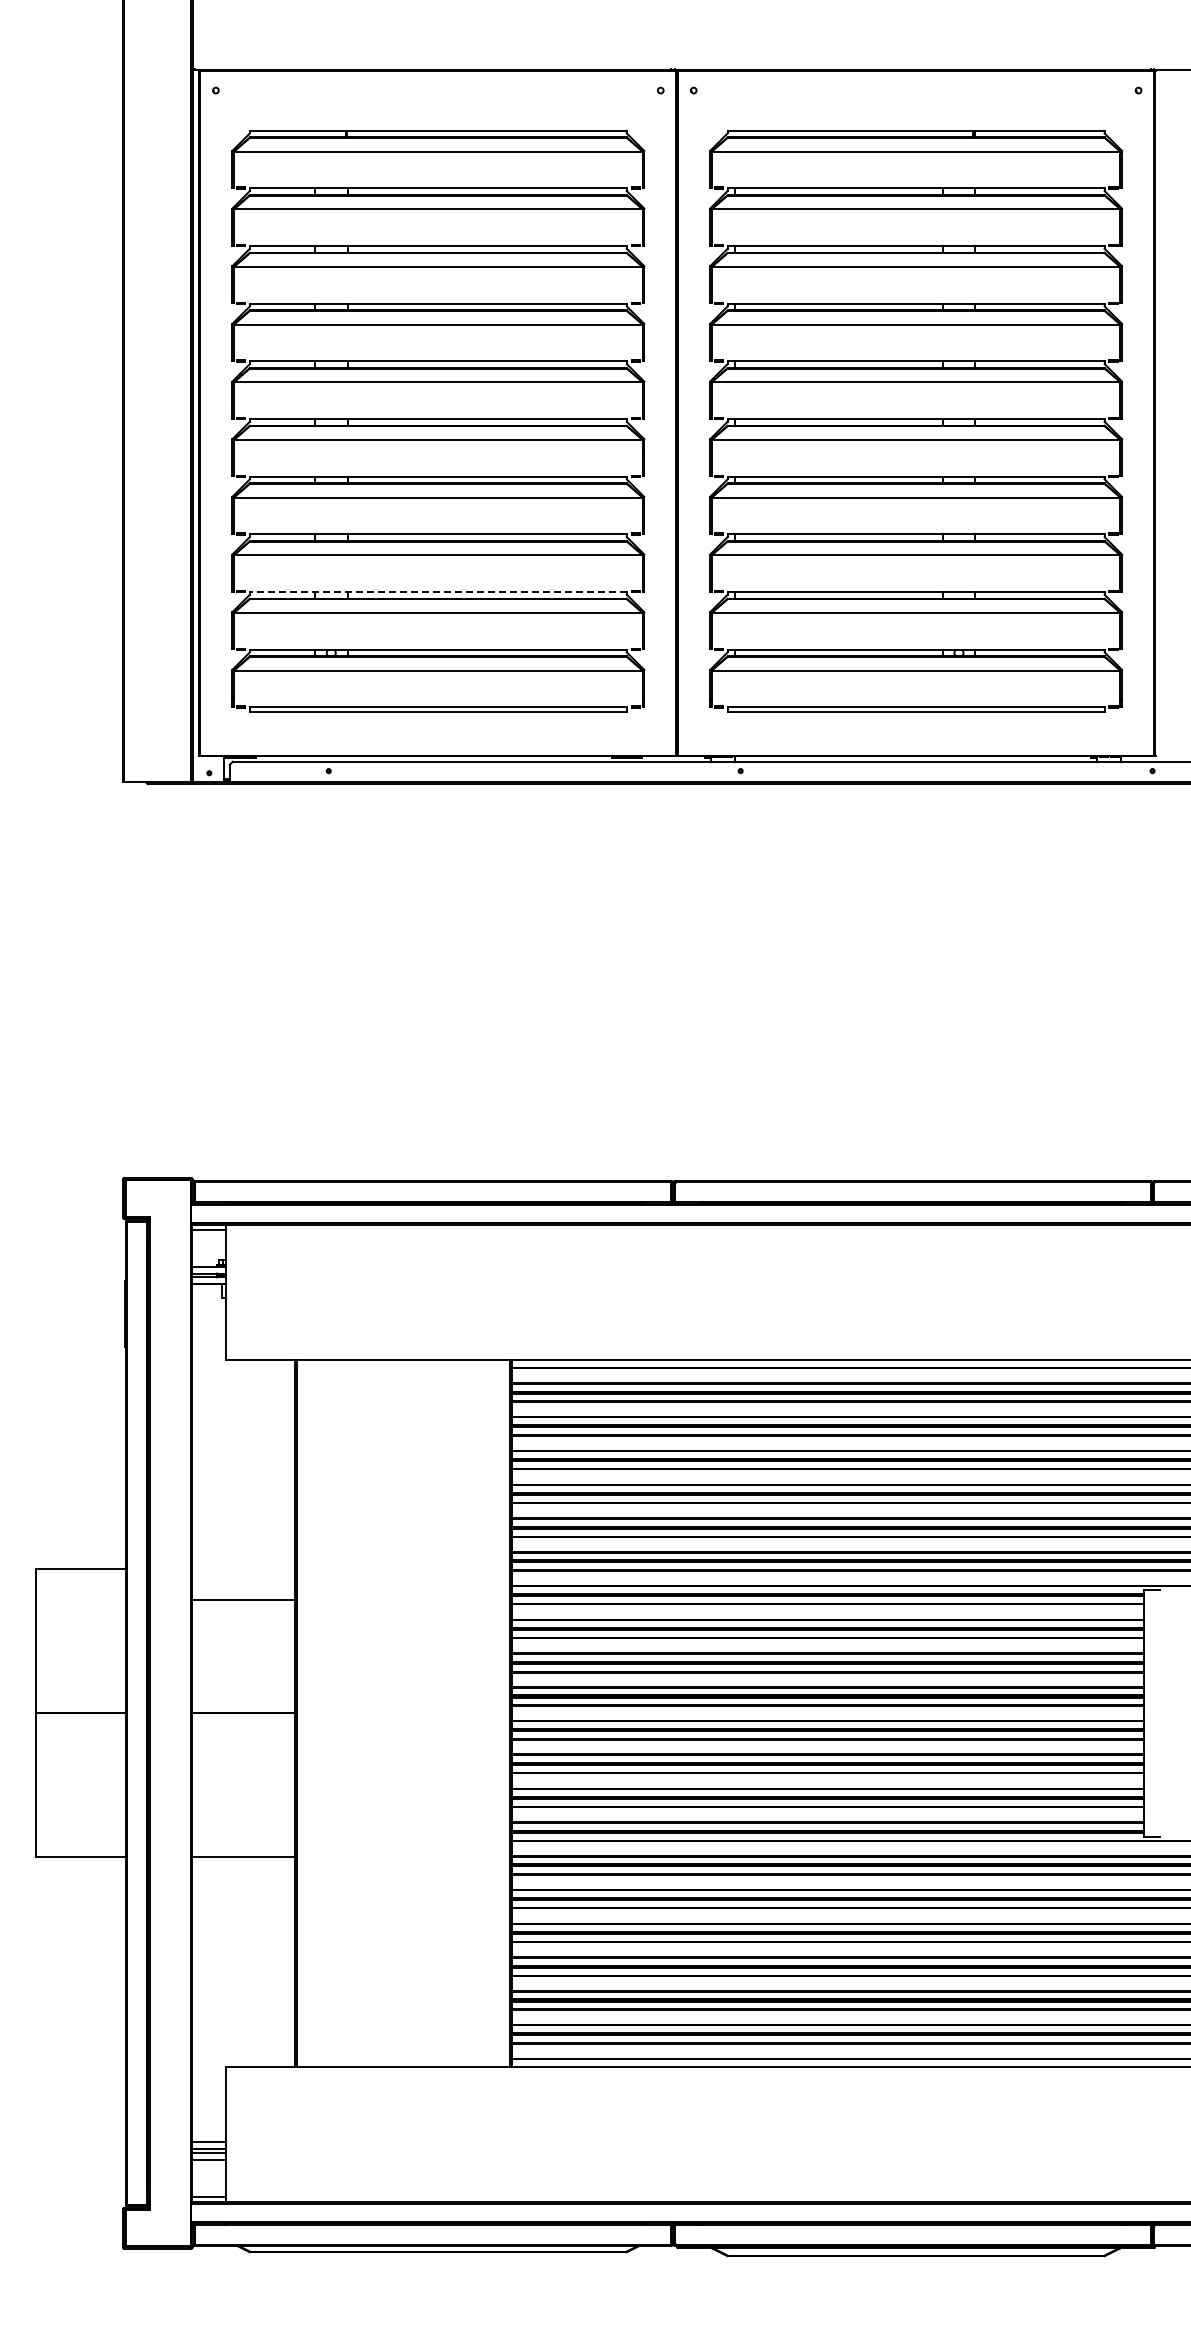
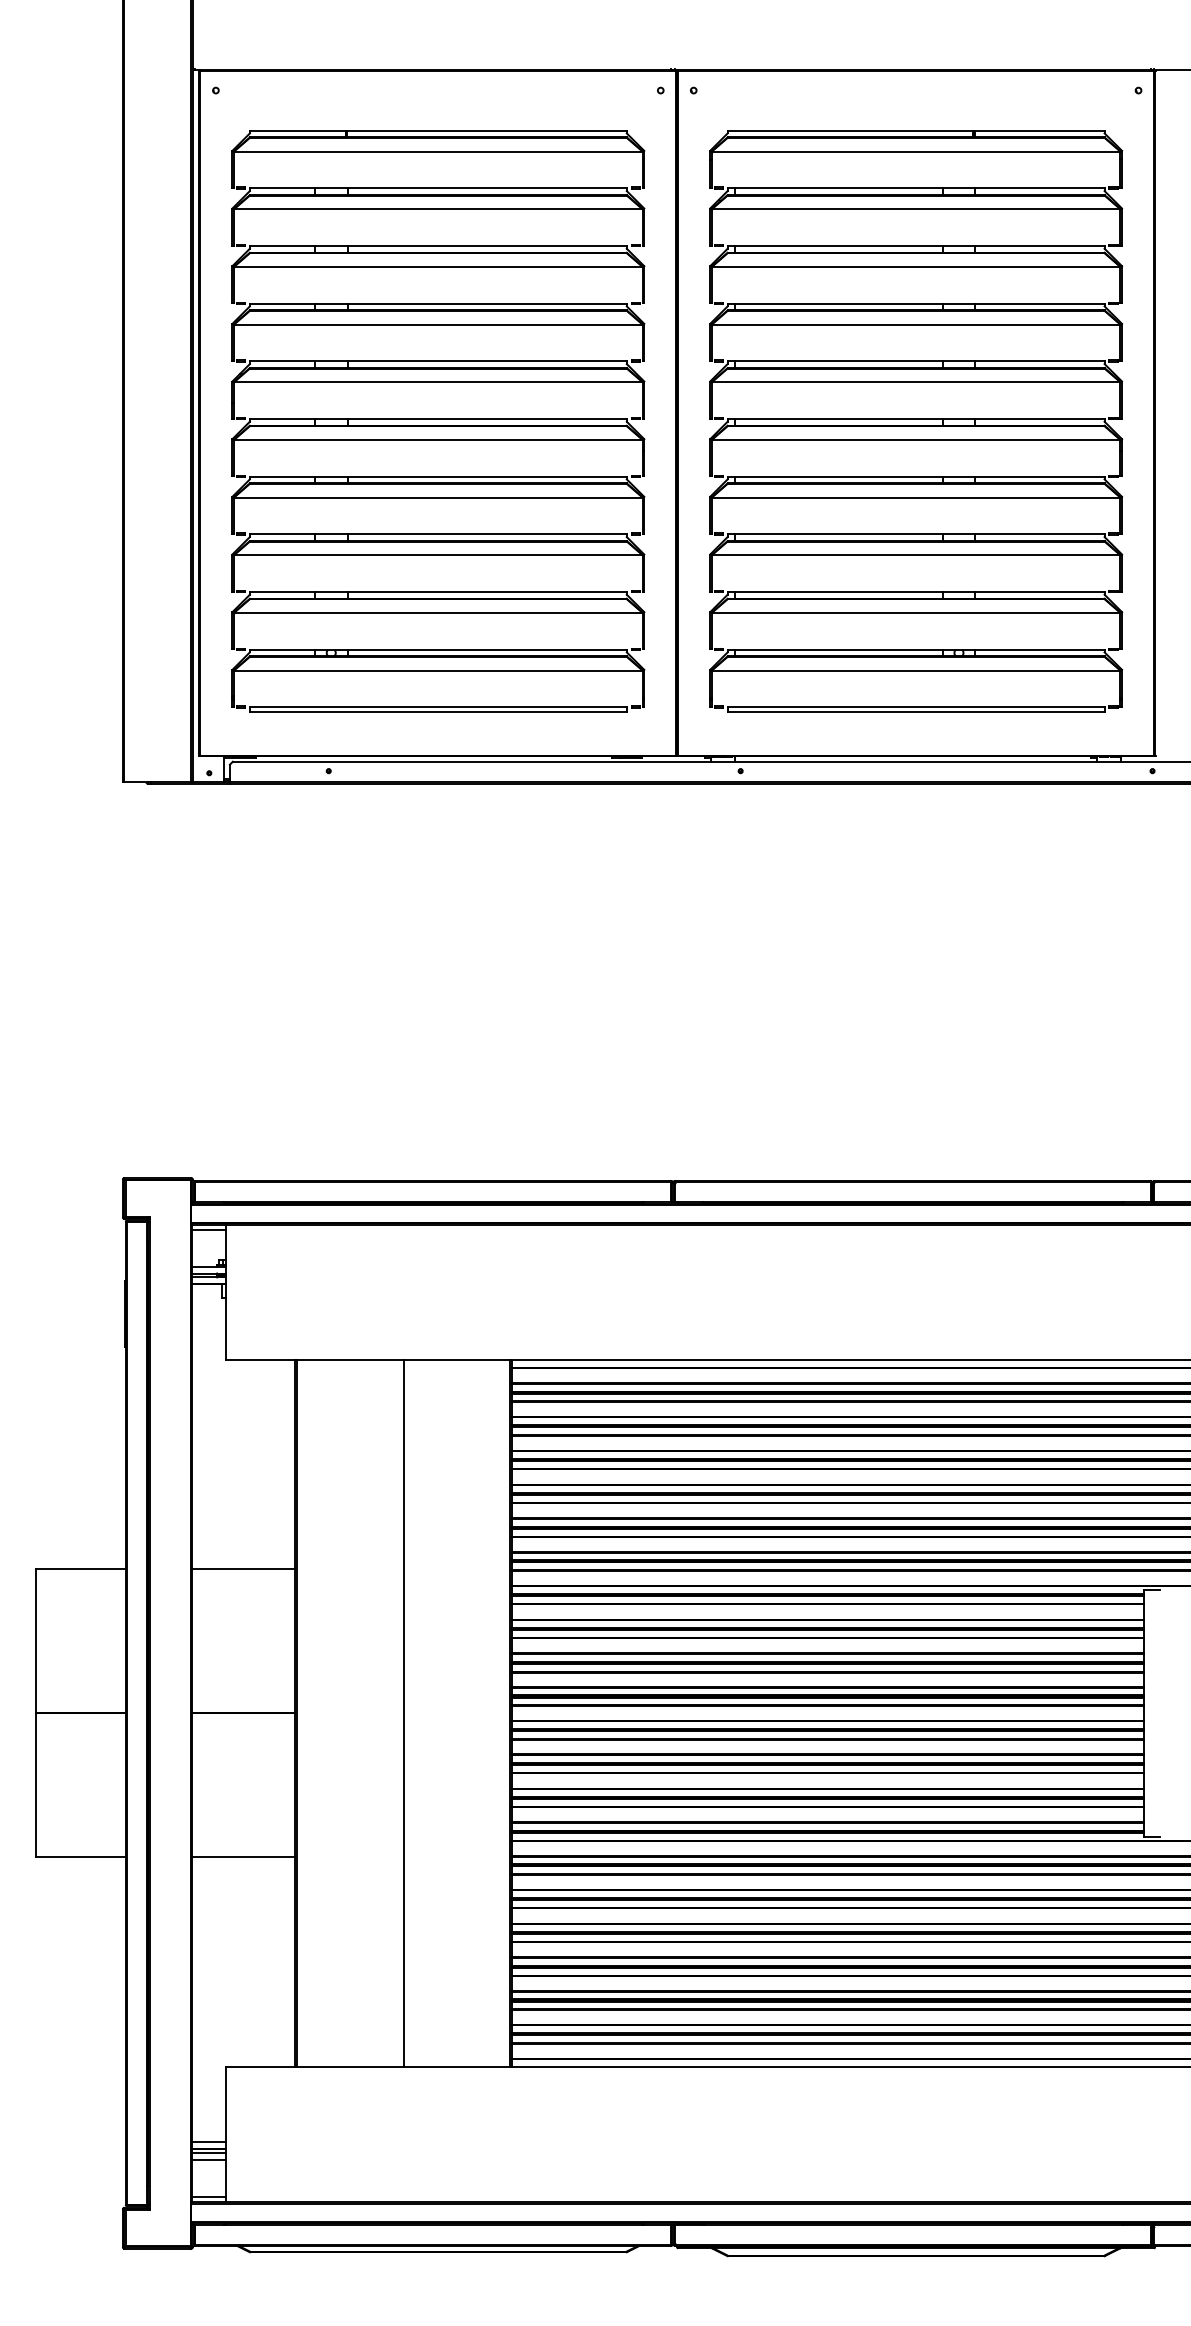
line at (437, 592): dashed -> solid
line at (243, 1600) position: (243, 1600) -> (243, 1569)
line at (403, 1712): none -> present
